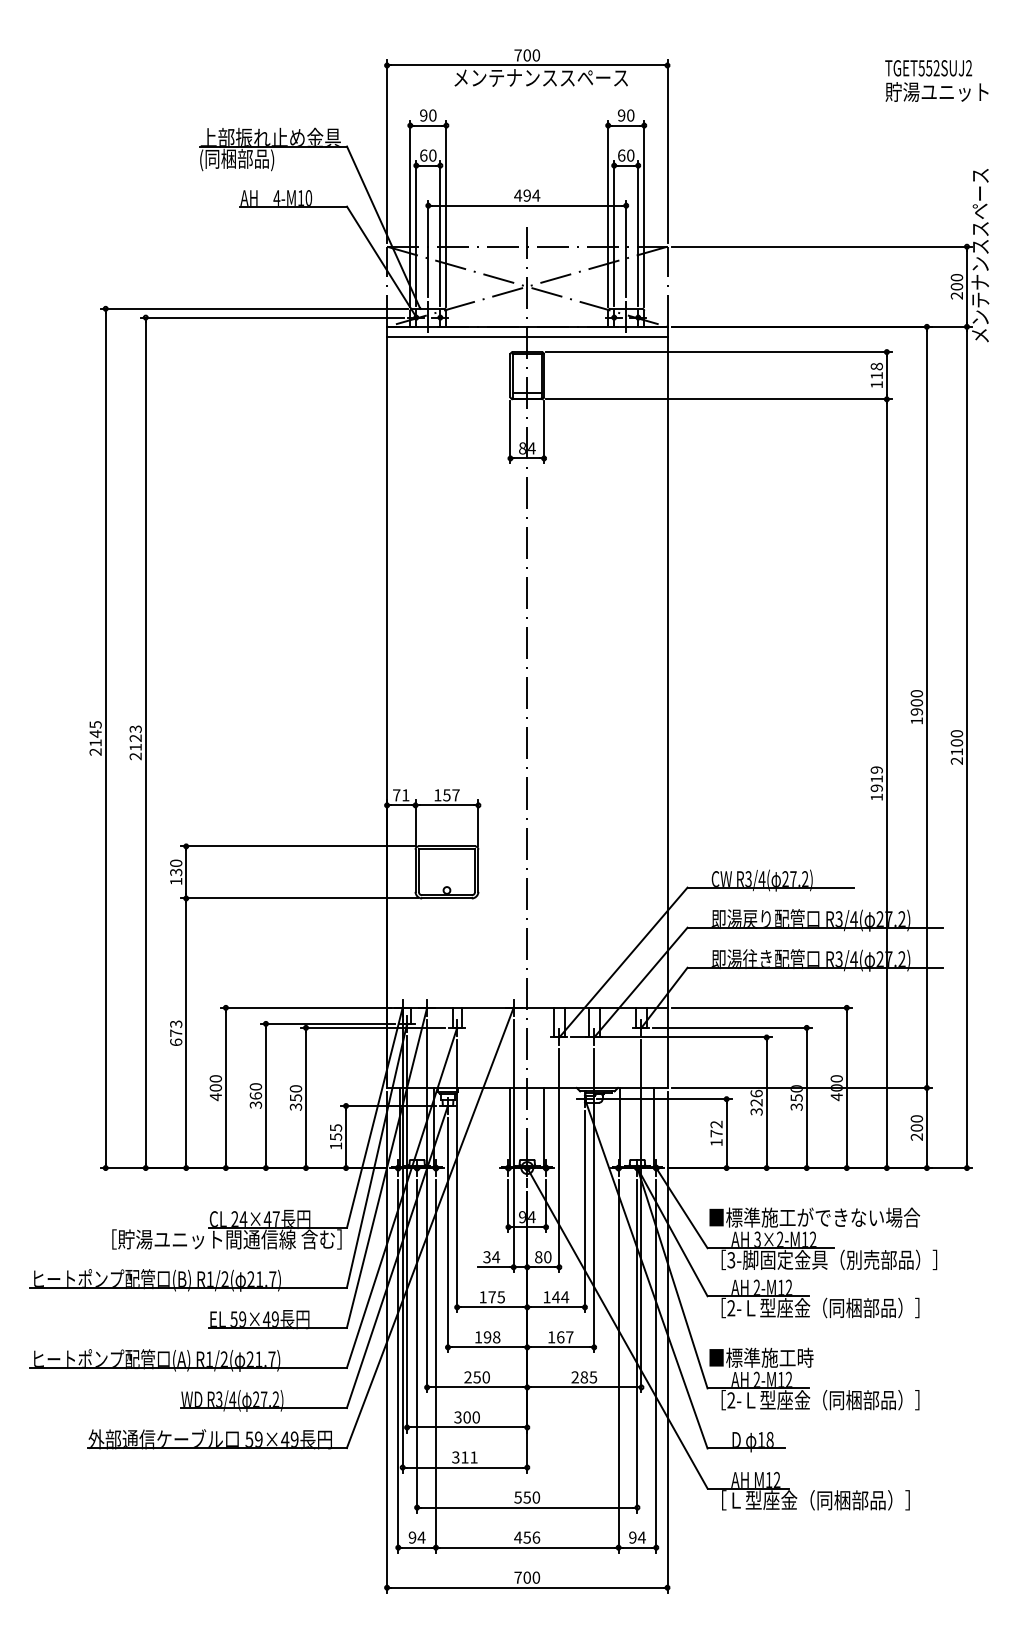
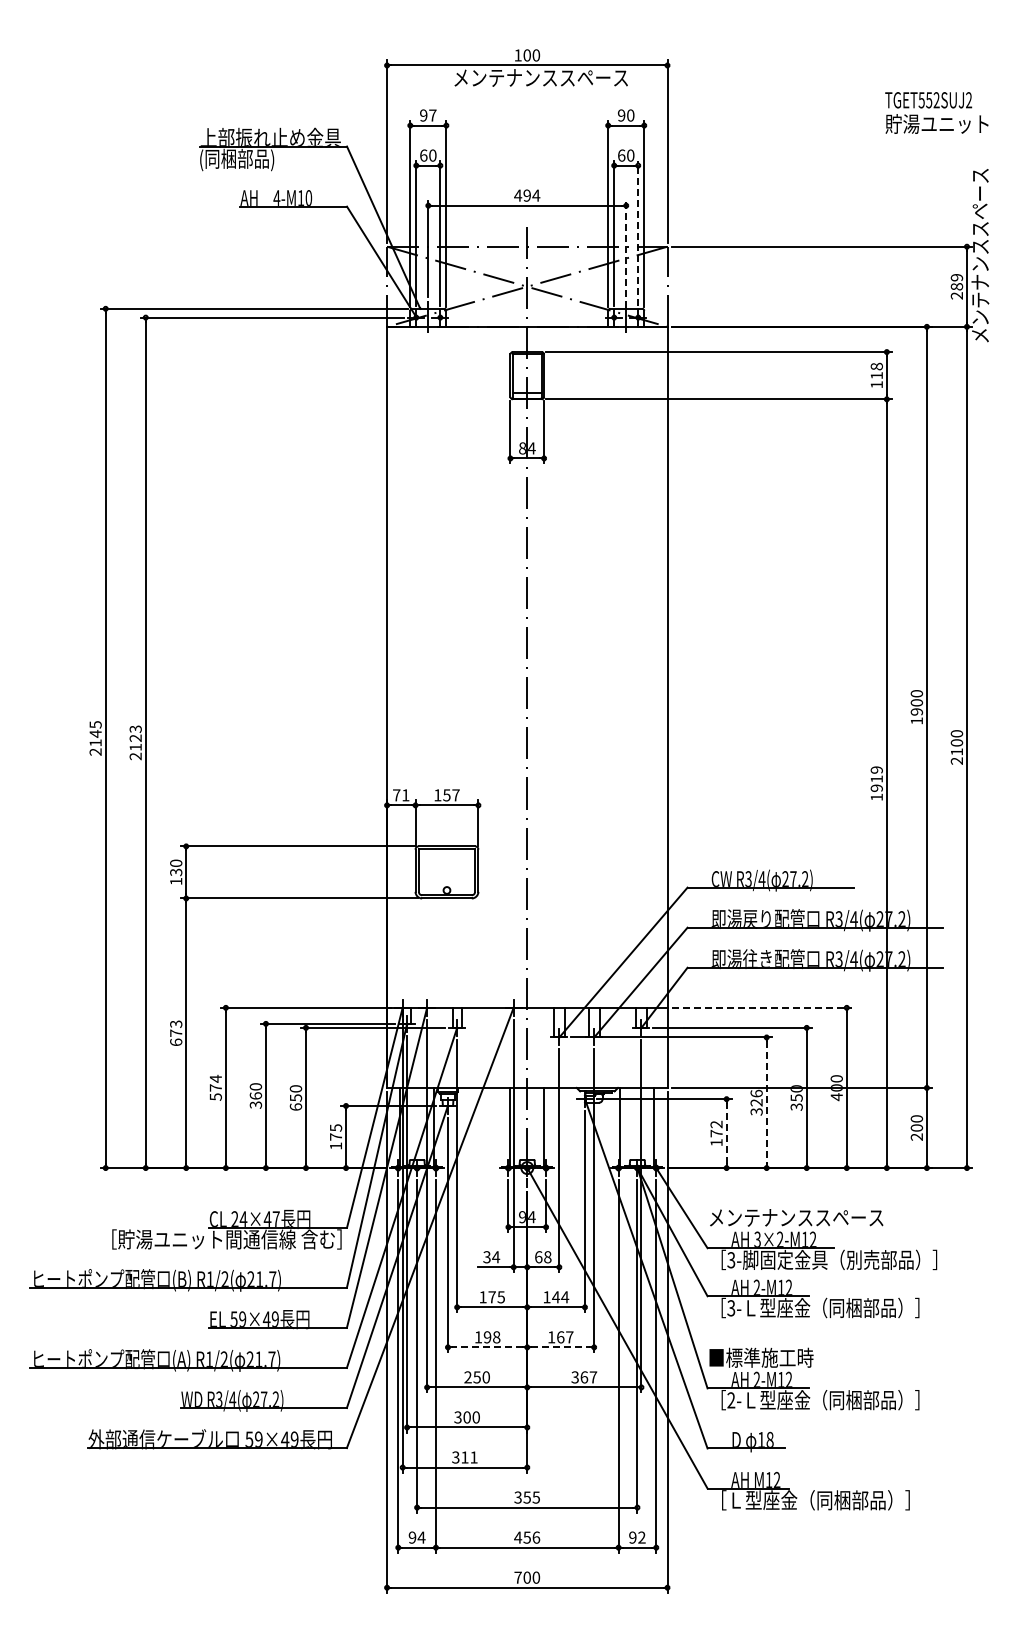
text at (517, 55): 700 -> 100
text at (936, 80) position: (936, 80) -> (936, 112)
text at (432, 115): 90 -> 97
line at (638, 232): solid -> dashed
line at (626, 248): solid -> dashed
text at (956, 282): 200 -> 289
line at (527, 337): present -> none
line at (762, 1007): solid -> dashed
text at (215, 1087): 400 -> 574
line at (766, 1103): solid -> dashed
text at (295, 1106): 350 -> 650
line at (726, 1133): solid -> dashed
text at (336, 1136): 155 -> 175
text at (814, 1217): ■標準施工ができない場合 -> メンテナンススペース
text at (543, 1257): 80 -> 68
text at (731, 1308): 2- -> 3-
line at (487, 1347): solid -> dashed
line at (561, 1347): solid -> dashed
text at (584, 1377): 285 -> 367
text at (527, 1497): 550 -> 355
text at (641, 1537): 94 -> 92
